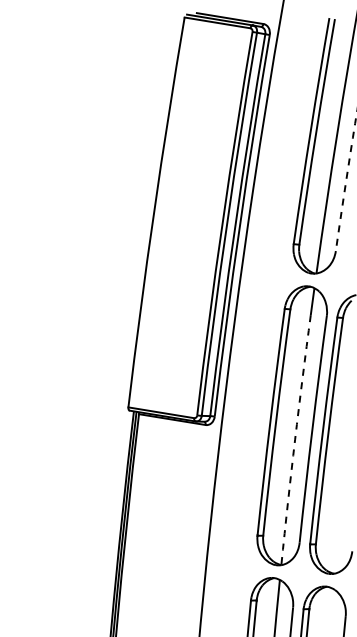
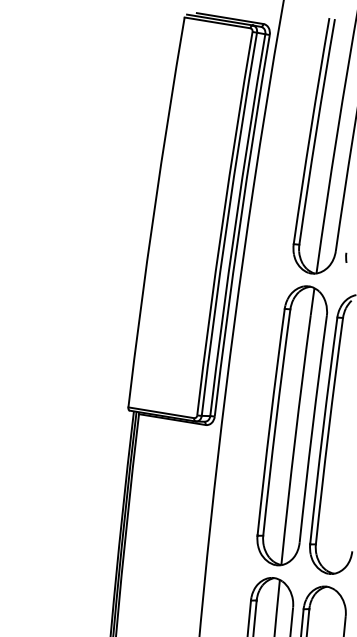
arc at (346, 181): dashed -> solid
curve at (346, 257): none -> present
arc at (295, 439): dashed -> solid
